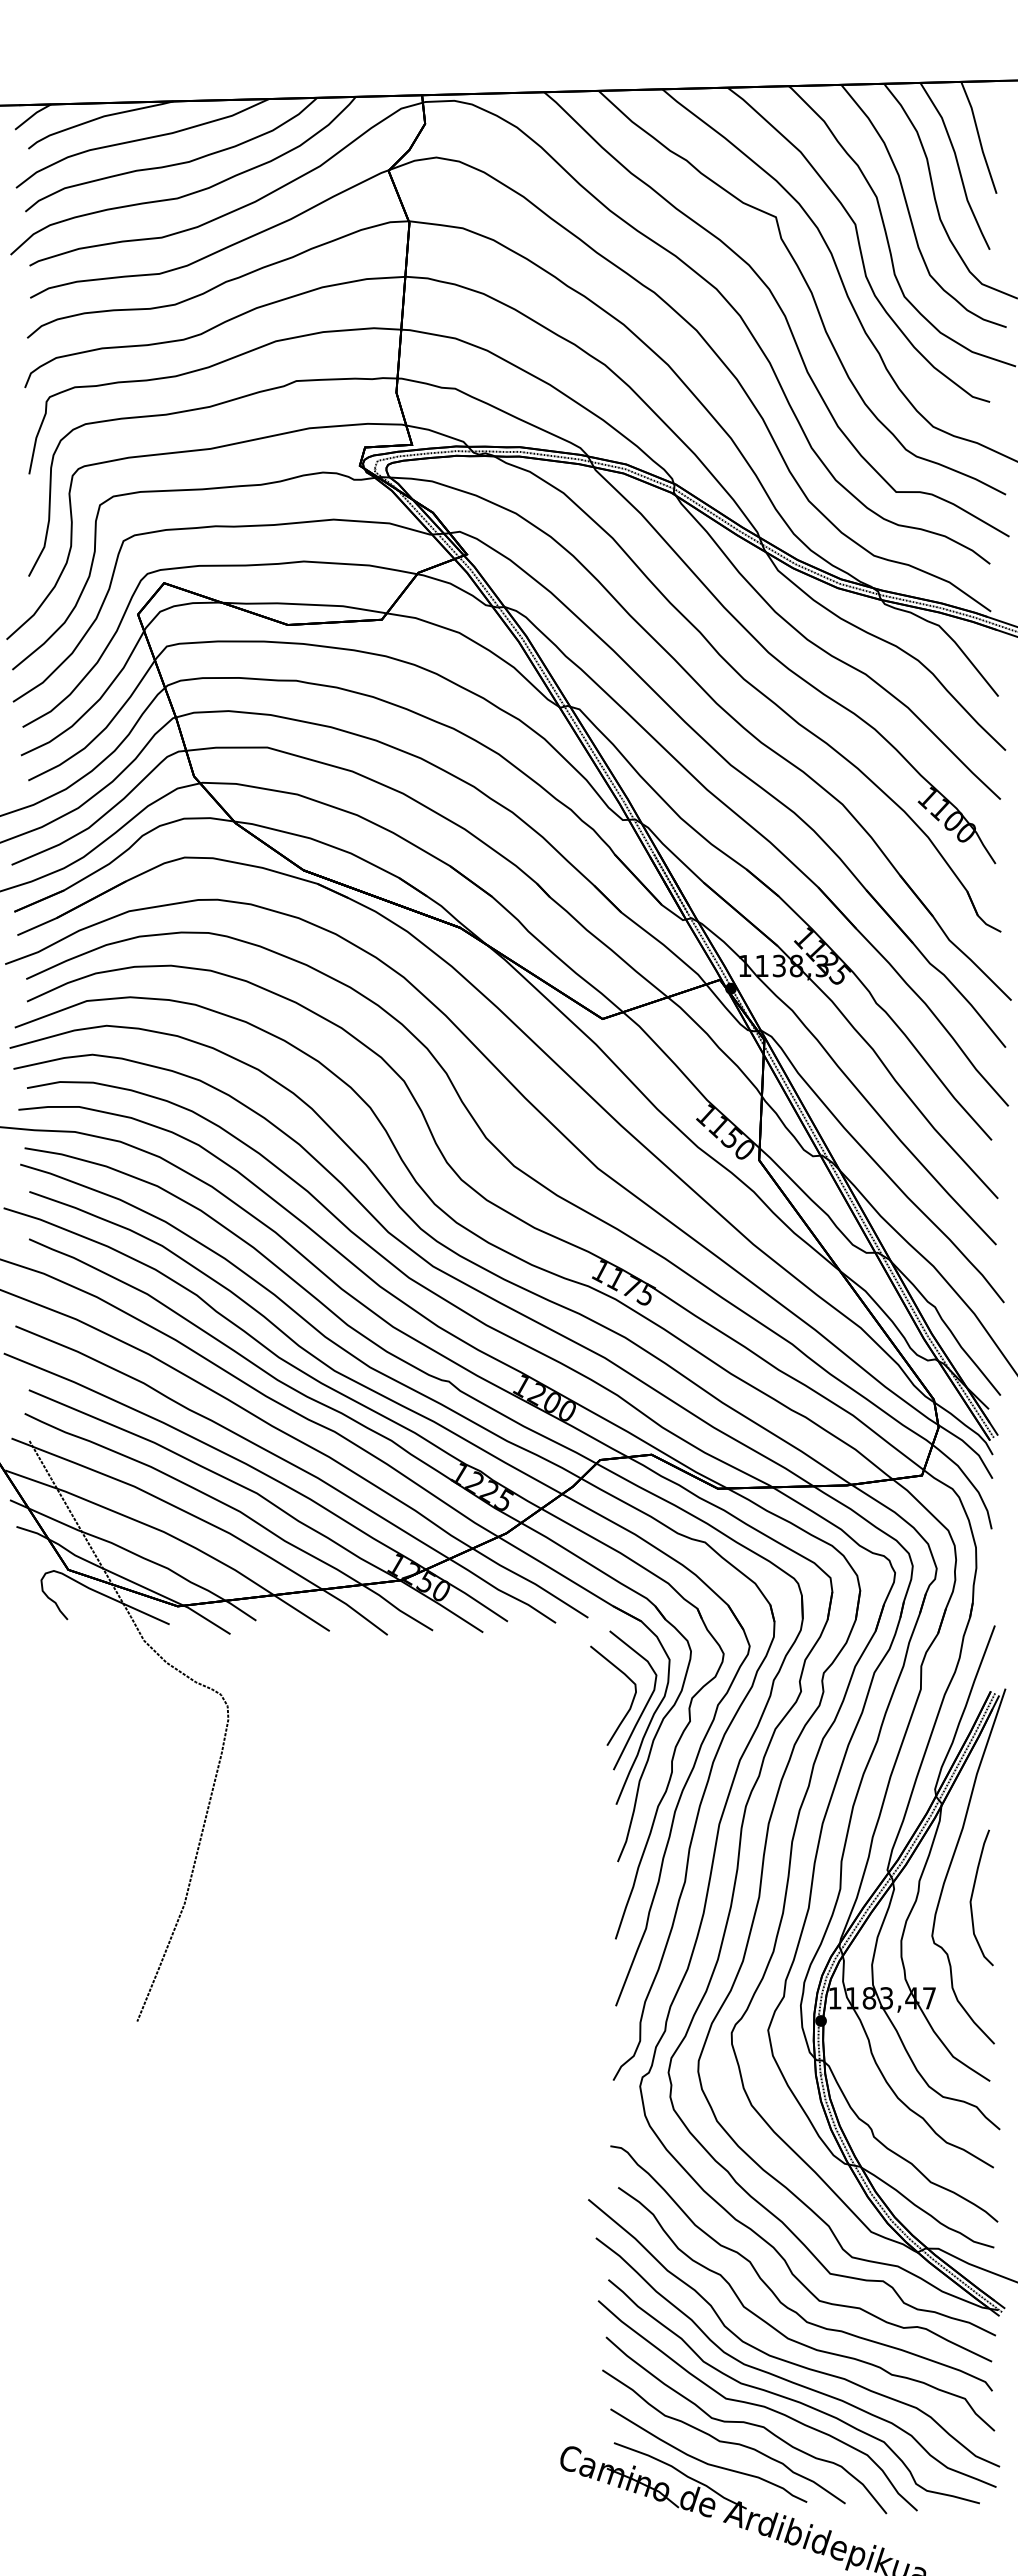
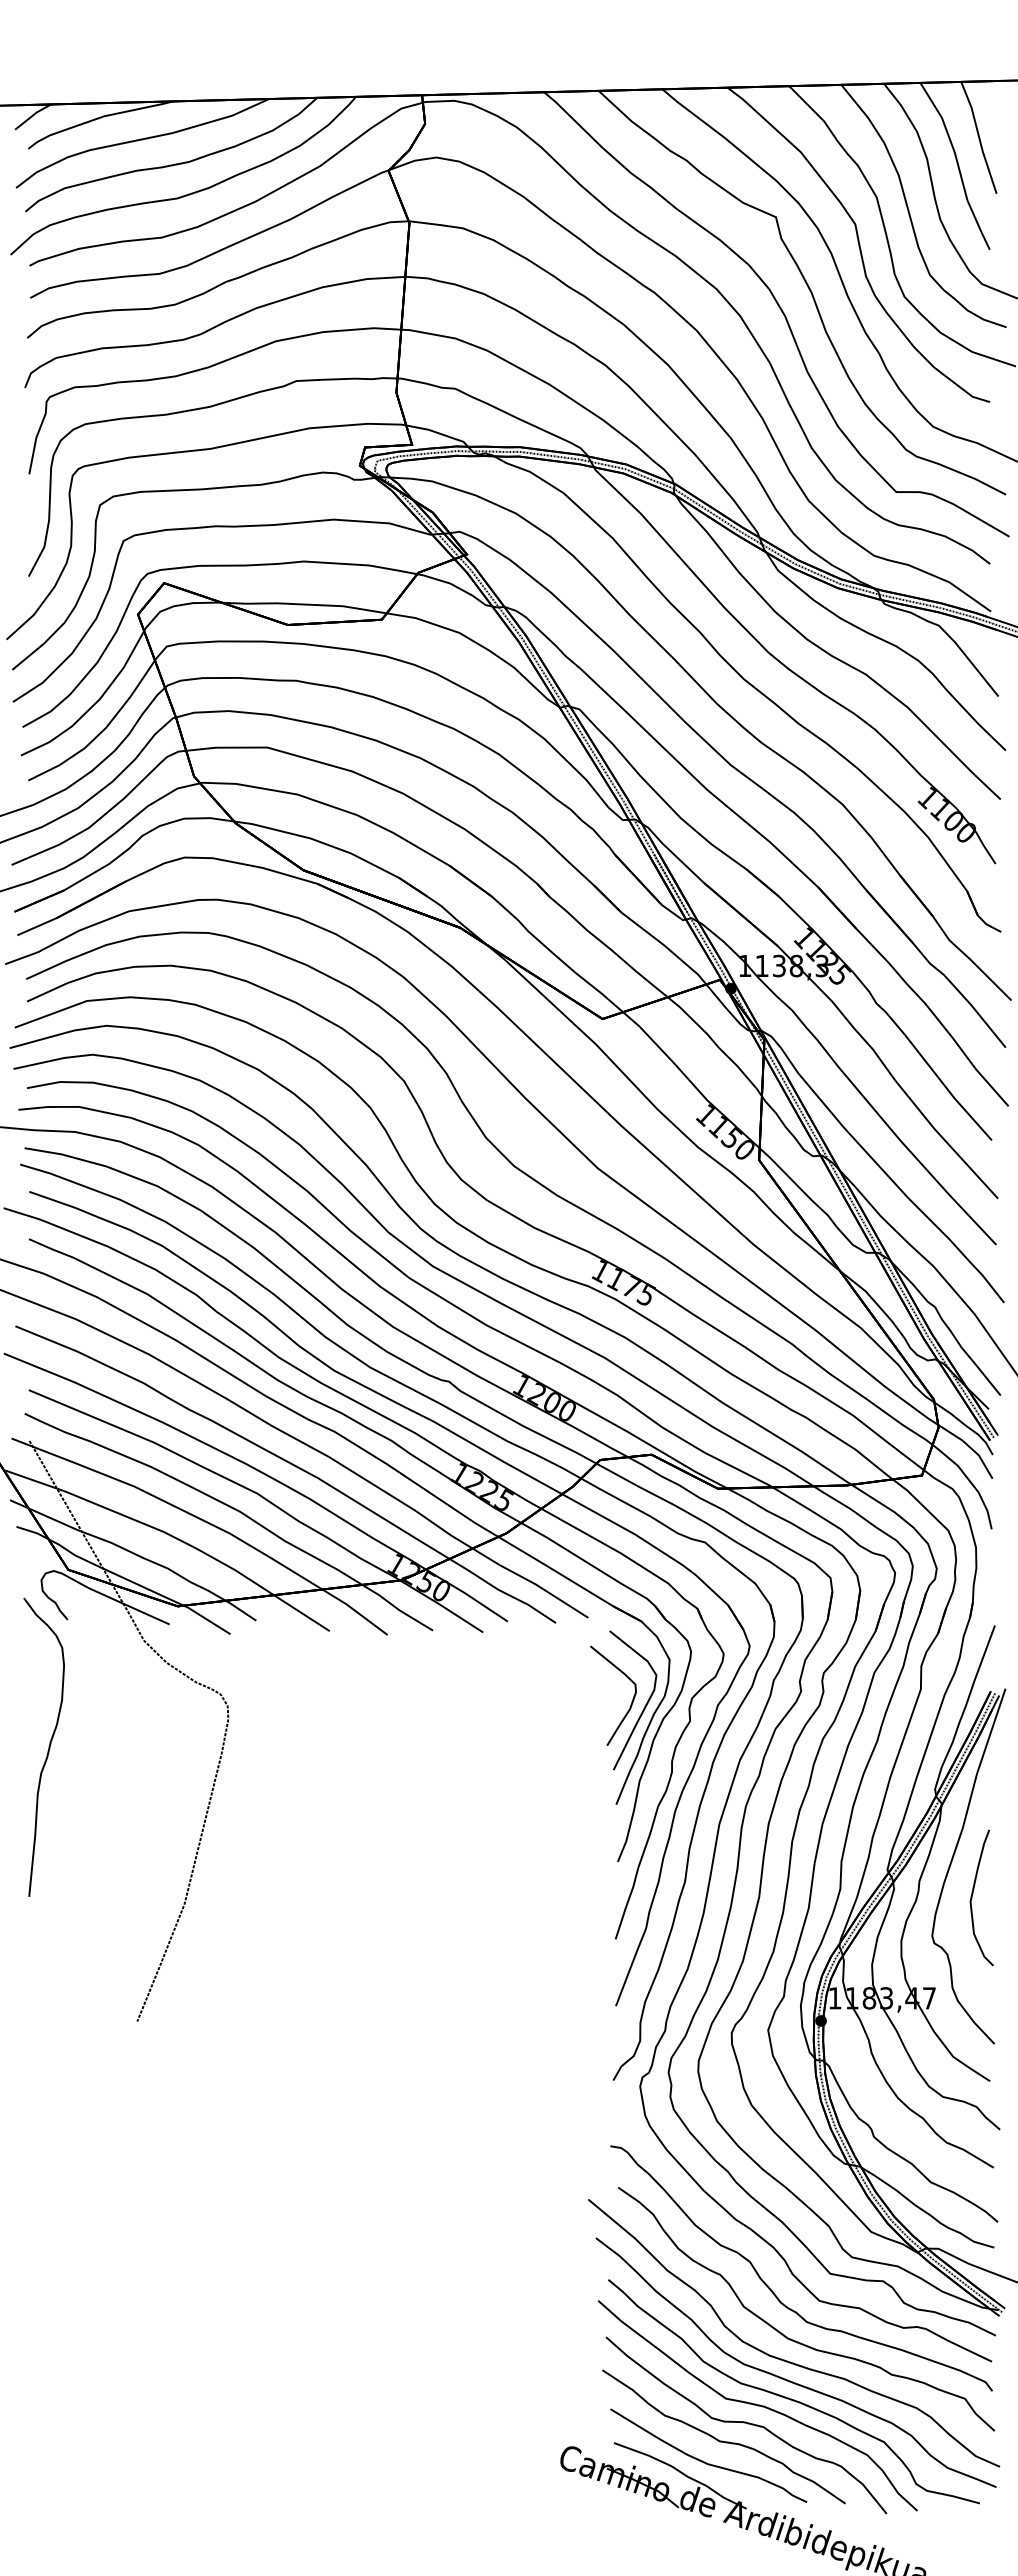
curve at (48, 1746): none -> present
